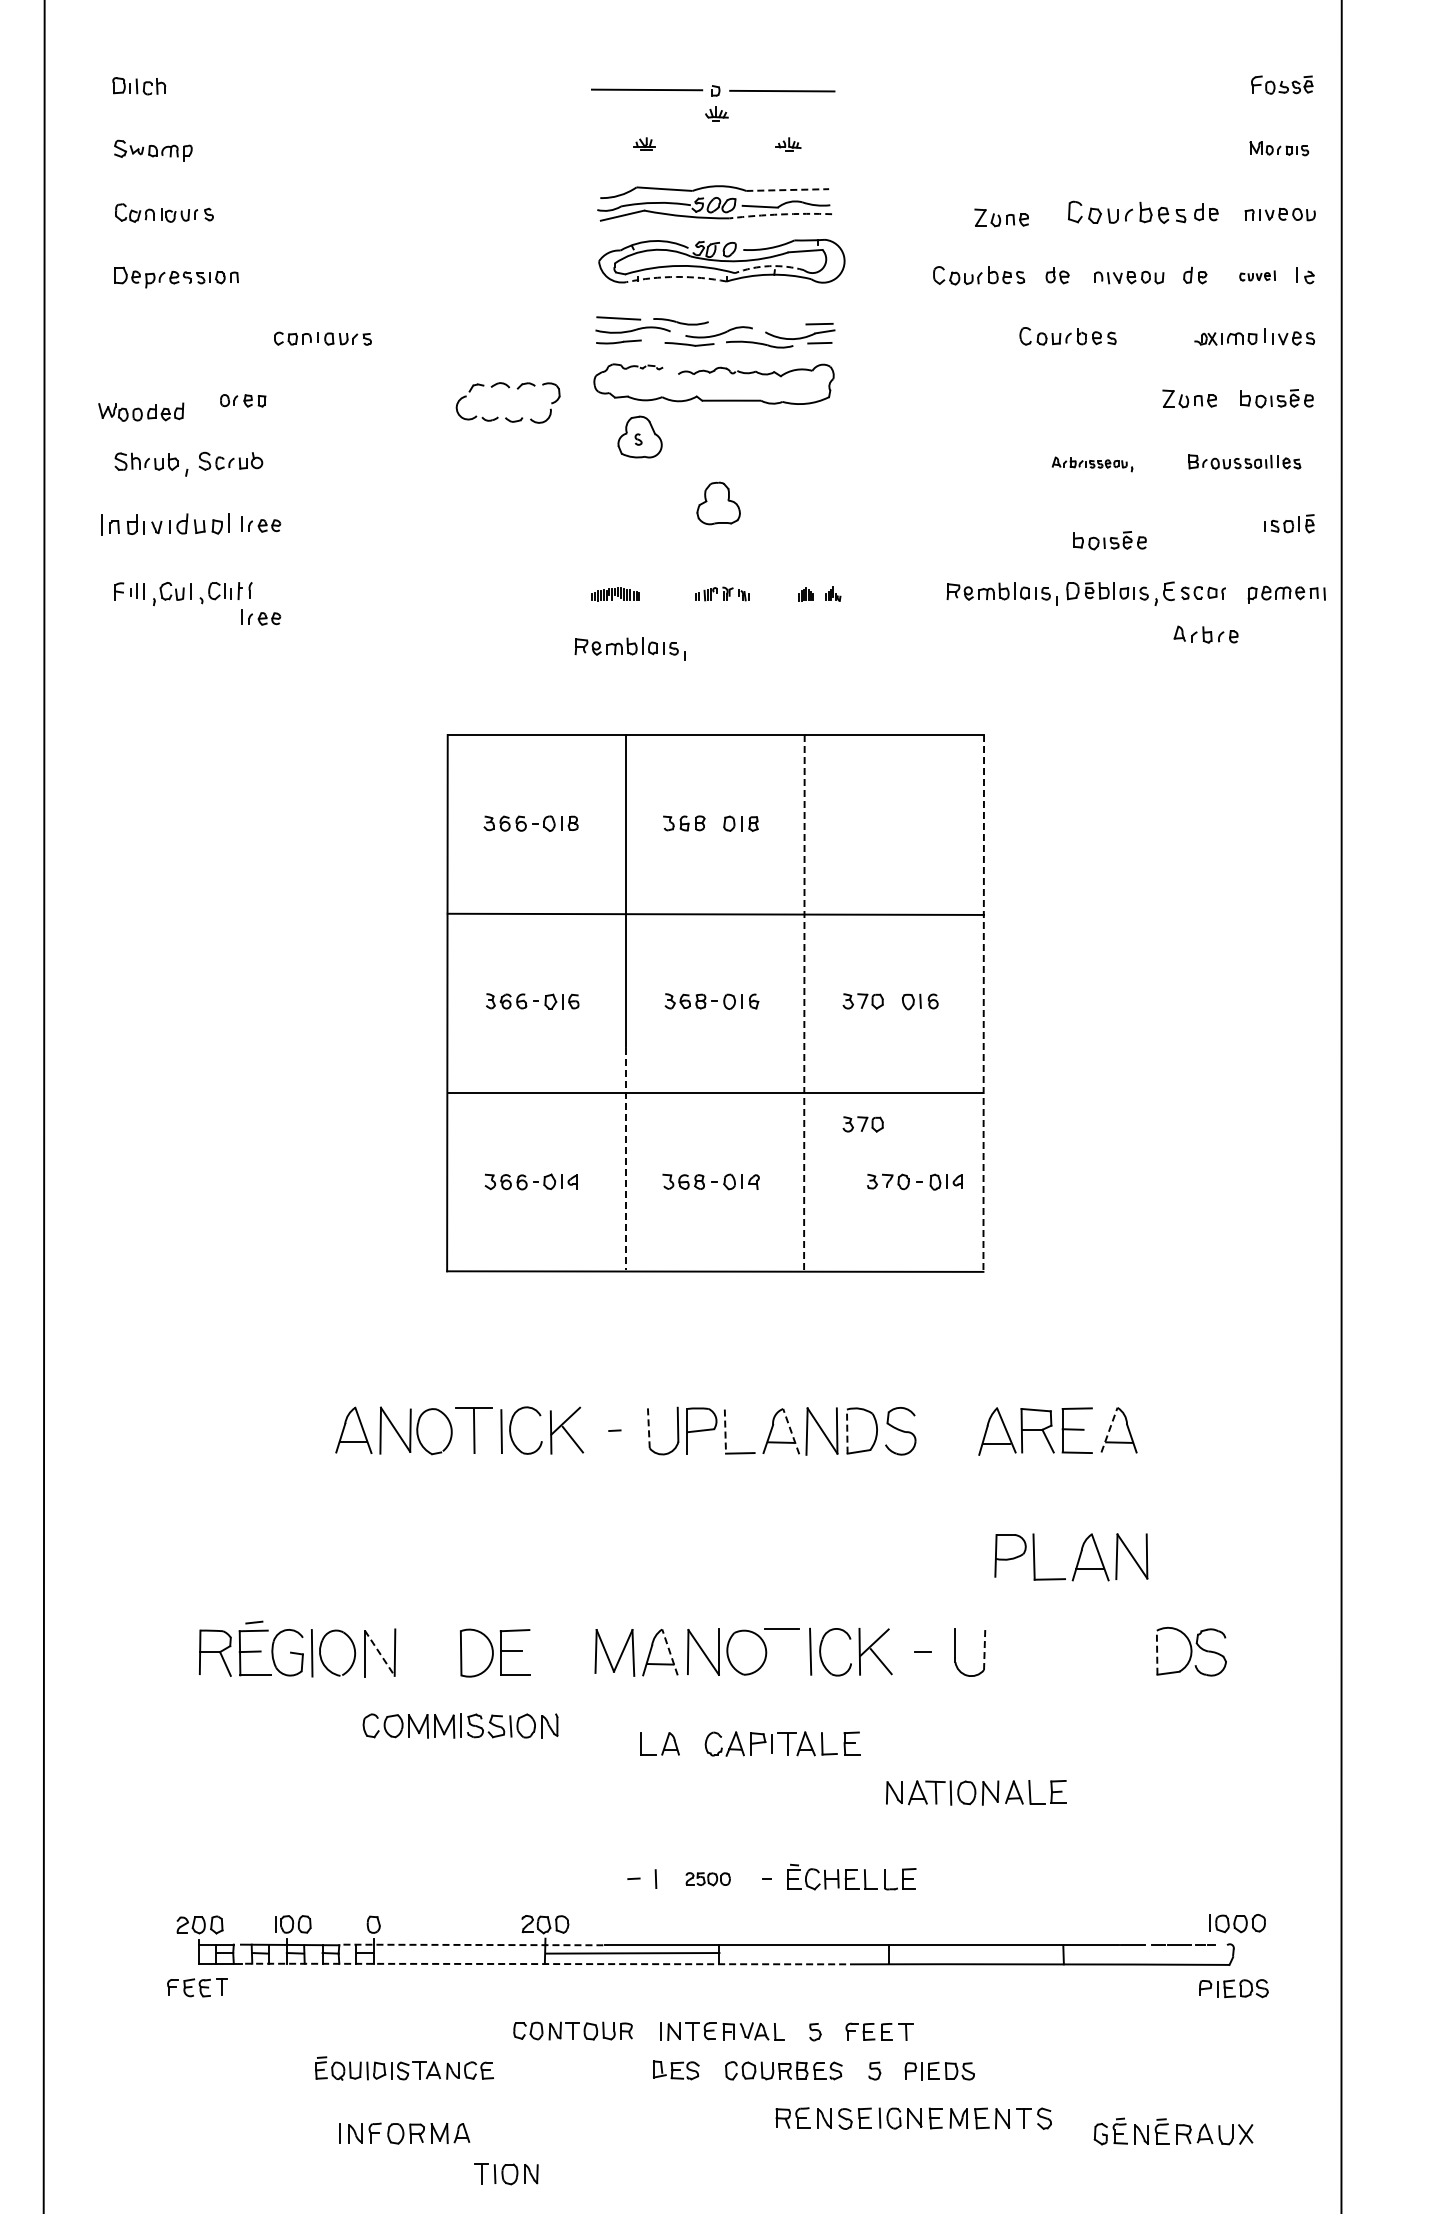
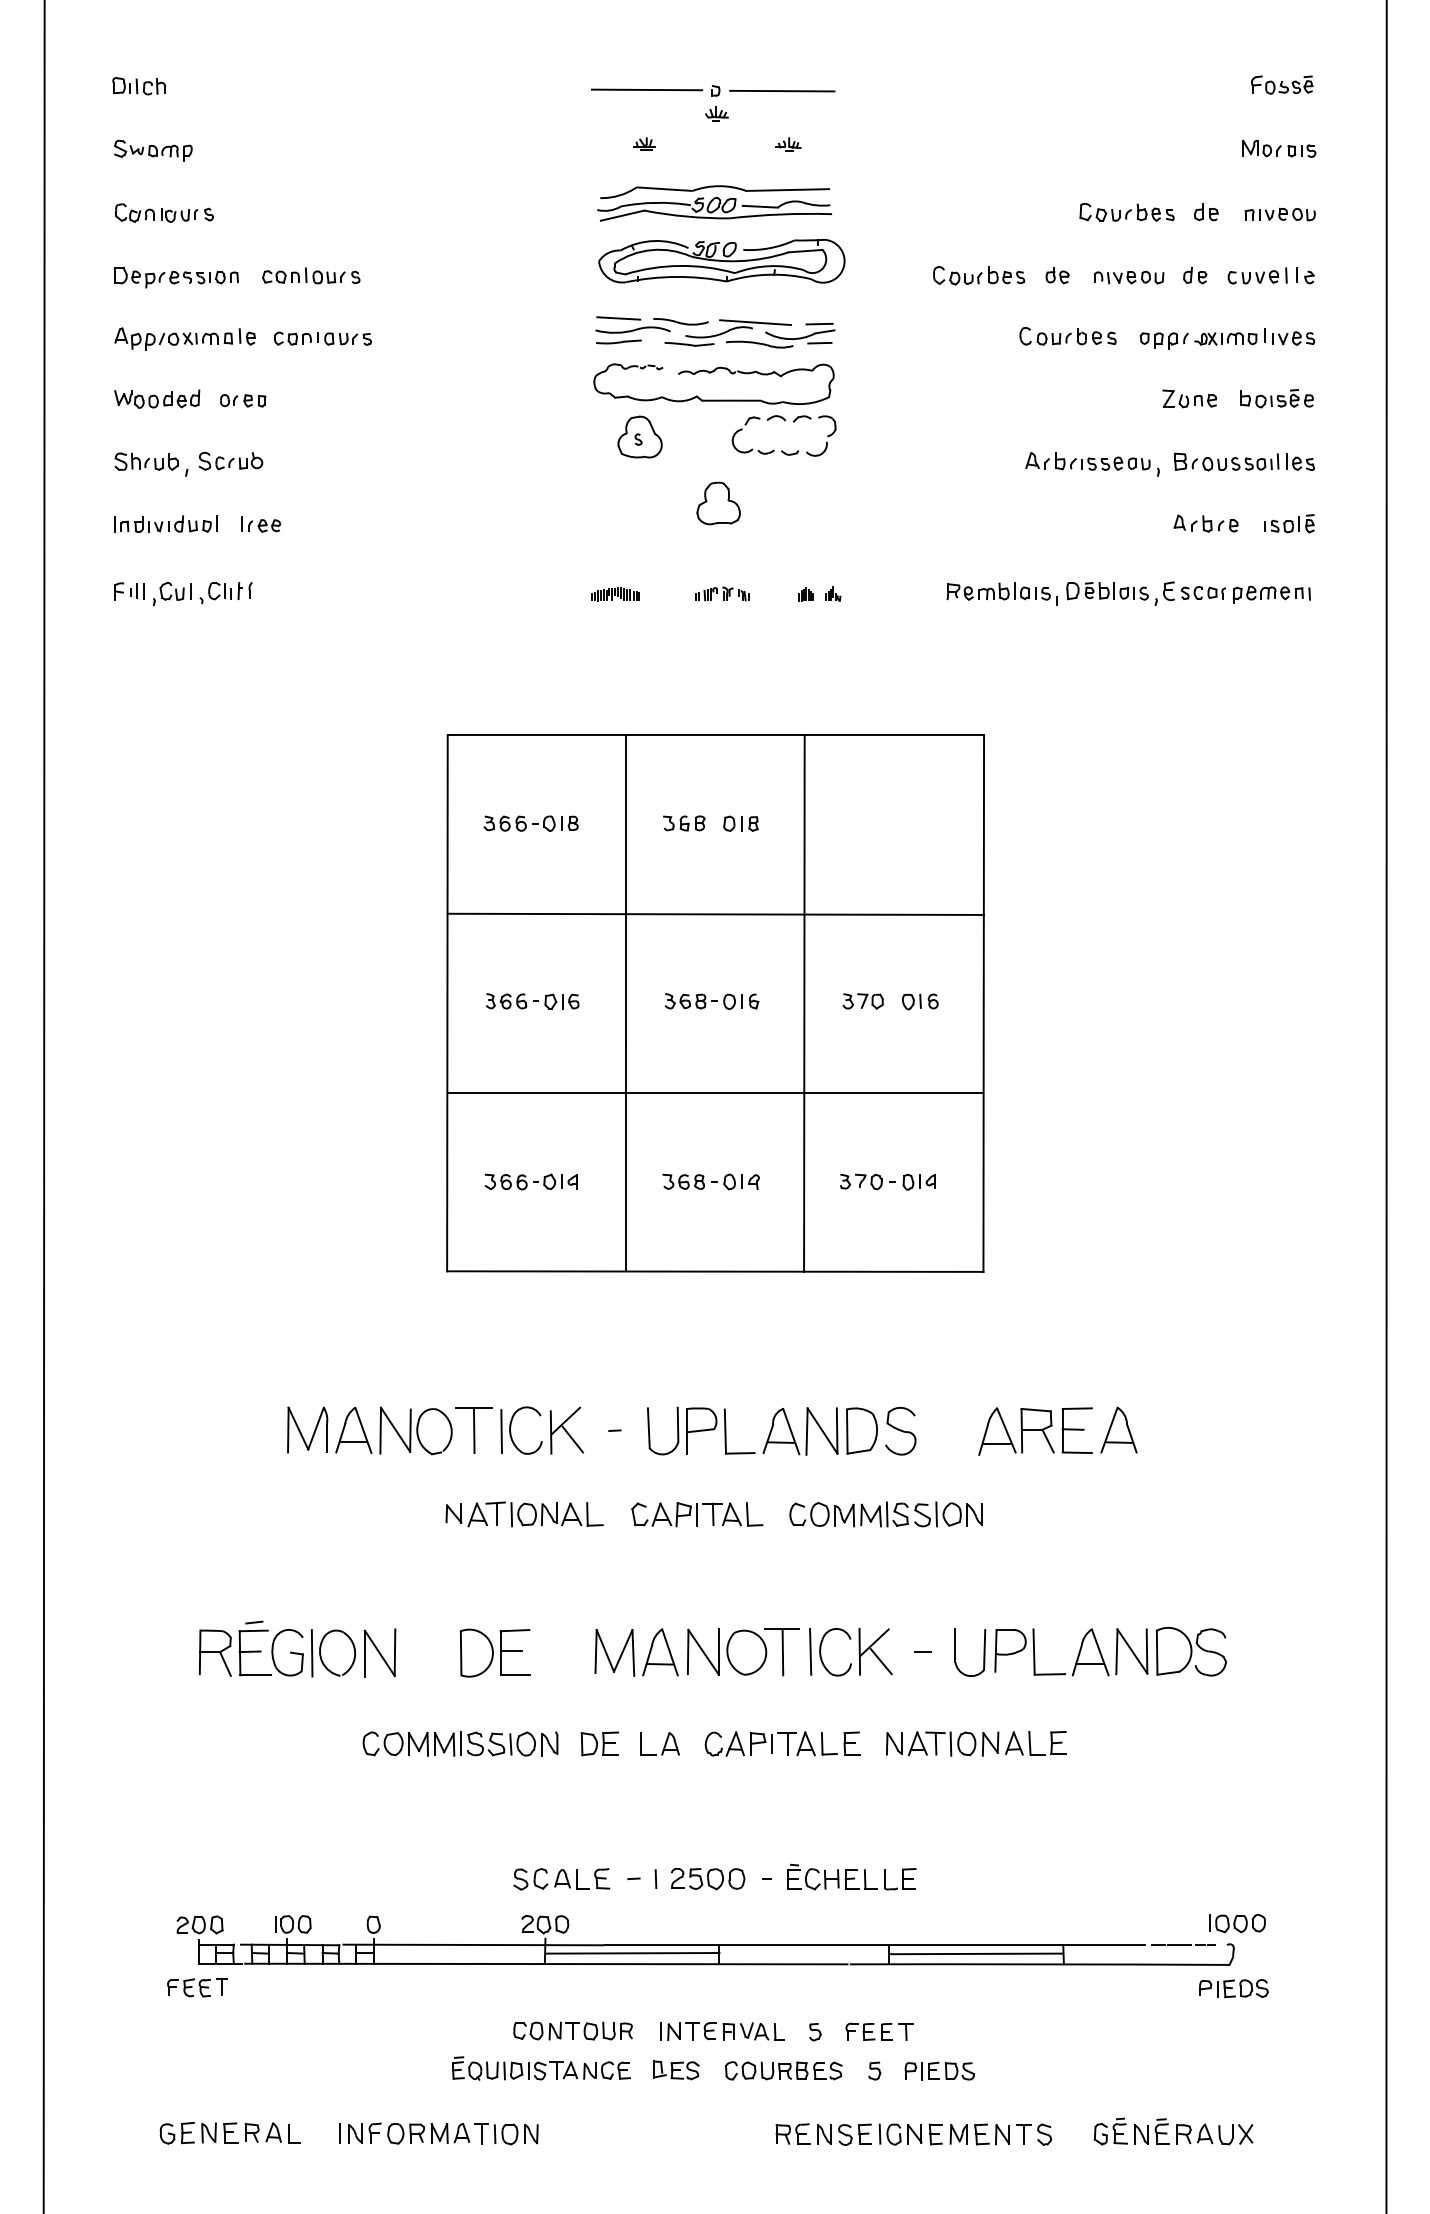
part at (1279, 148) size: 61x16 px -> 75x19 px
line at (788, 190): dashed -> solid
part at (1127, 211) size: 119x24 px -> 96x20 px
arc at (780, 214): dashed -> solid
part at (1001, 217): present -> none
arc at (769, 266): dashed -> solid
part at (311, 275): none -> present
part at (1257, 275) size: 37x12 px -> 61x18 px
arc at (676, 276): dashed -> solid
line at (755, 322): none -> present
part at (184, 338): none -> present
part at (1163, 340): none -> present
part at (508, 388) position: (508, 388) -> (784, 421)
part at (141, 411) position: (141, 411) -> (157, 398)
part at (1244, 461) size: 114x16 px -> 142x20 px
part at (1092, 464) size: 83x17 px -> 135x25 px
part at (165, 524) size: 129x23 px -> 104x18 px
part at (1109, 540): present -> none
part at (1286, 594) position: (1286, 594) -> (1271, 594)
part at (261, 617): present -> none
part at (1205, 634) position: (1205, 634) -> (1205, 523)
part at (629, 648): present -> none
line at (804, 1003): dashed -> solid
line at (983, 1003): dashed -> solid
line at (1341, 1106) position: (1341, 1106) -> (1386, 1106)
part at (862, 1124): present -> none
line at (625, 1158): dashed -> solid
part at (914, 1181) position: (914, 1181) -> (887, 1181)
line at (648, 1428): dashed -> solid
line at (1109, 1430): dashed -> solid
line at (791, 1431): dashed -> solid
line at (847, 1431): dashed -> solid
part at (301, 1432): none -> present
line at (725, 1432): dashed -> solid
part at (524, 1514): none -> present
part at (697, 1514): none -> present
part at (885, 1514): none -> present
part at (1077, 1560) position: (1077, 1560) -> (1077, 1655)
line at (984, 1650): dashed -> solid
line at (669, 1651): dashed -> solid
line at (782, 1652): none -> present
line at (1157, 1652): dashed -> solid
line at (380, 1653): dashed -> solid
part at (460, 1725) position: (460, 1725) -> (460, 1743)
part at (599, 1743): none -> present
part at (976, 1792) position: (976, 1792) -> (976, 1743)
part at (561, 1879): none -> present
part at (707, 1879) size: 46x15 px -> 75x23 px
line at (473, 1944): dashed -> solid
line at (975, 1953): none -> present
line at (546, 1964): dashed -> solid
part at (404, 2068) position: (404, 2068) -> (541, 2068)
part at (913, 2118) position: (913, 2118) -> (913, 2134)
part at (229, 2132): none -> present
part at (506, 2174) position: (506, 2174) -> (506, 2134)
